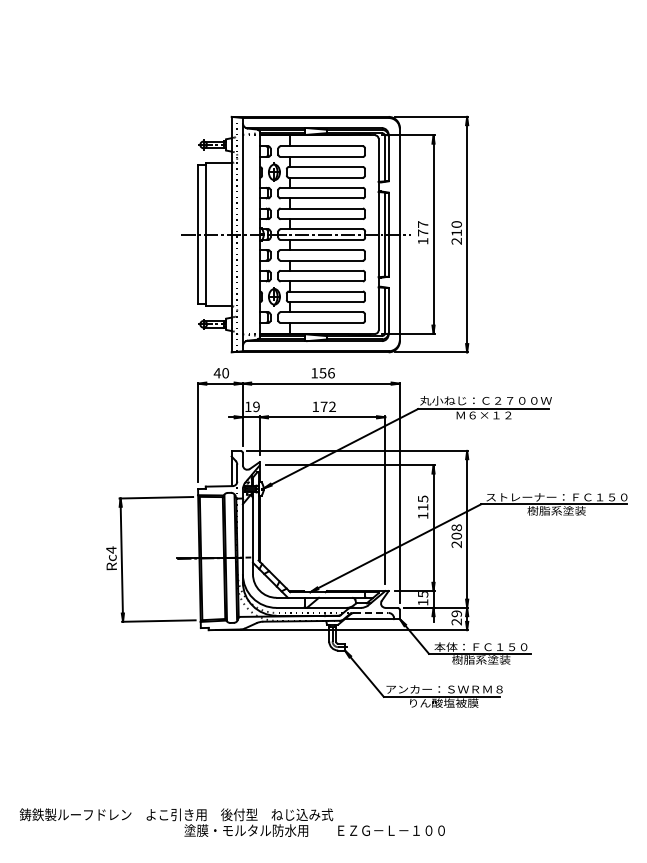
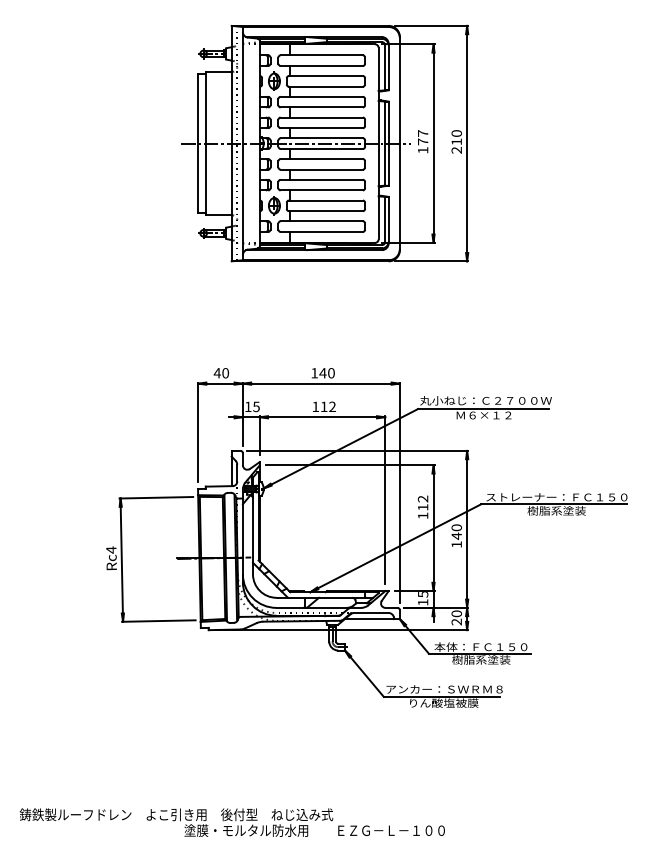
part at (325, 234) position: (325, 234) -> (325, 143)
text at (326, 373): 156 -> 140
text at (256, 406): 19 -> 15
text at (323, 406): 172 -> 112
text at (422, 498): 115 -> 112
text at (456, 536): 208 -> 140
line at (371, 612): dashed -> solid
text at (456, 613): 29 -> 20
